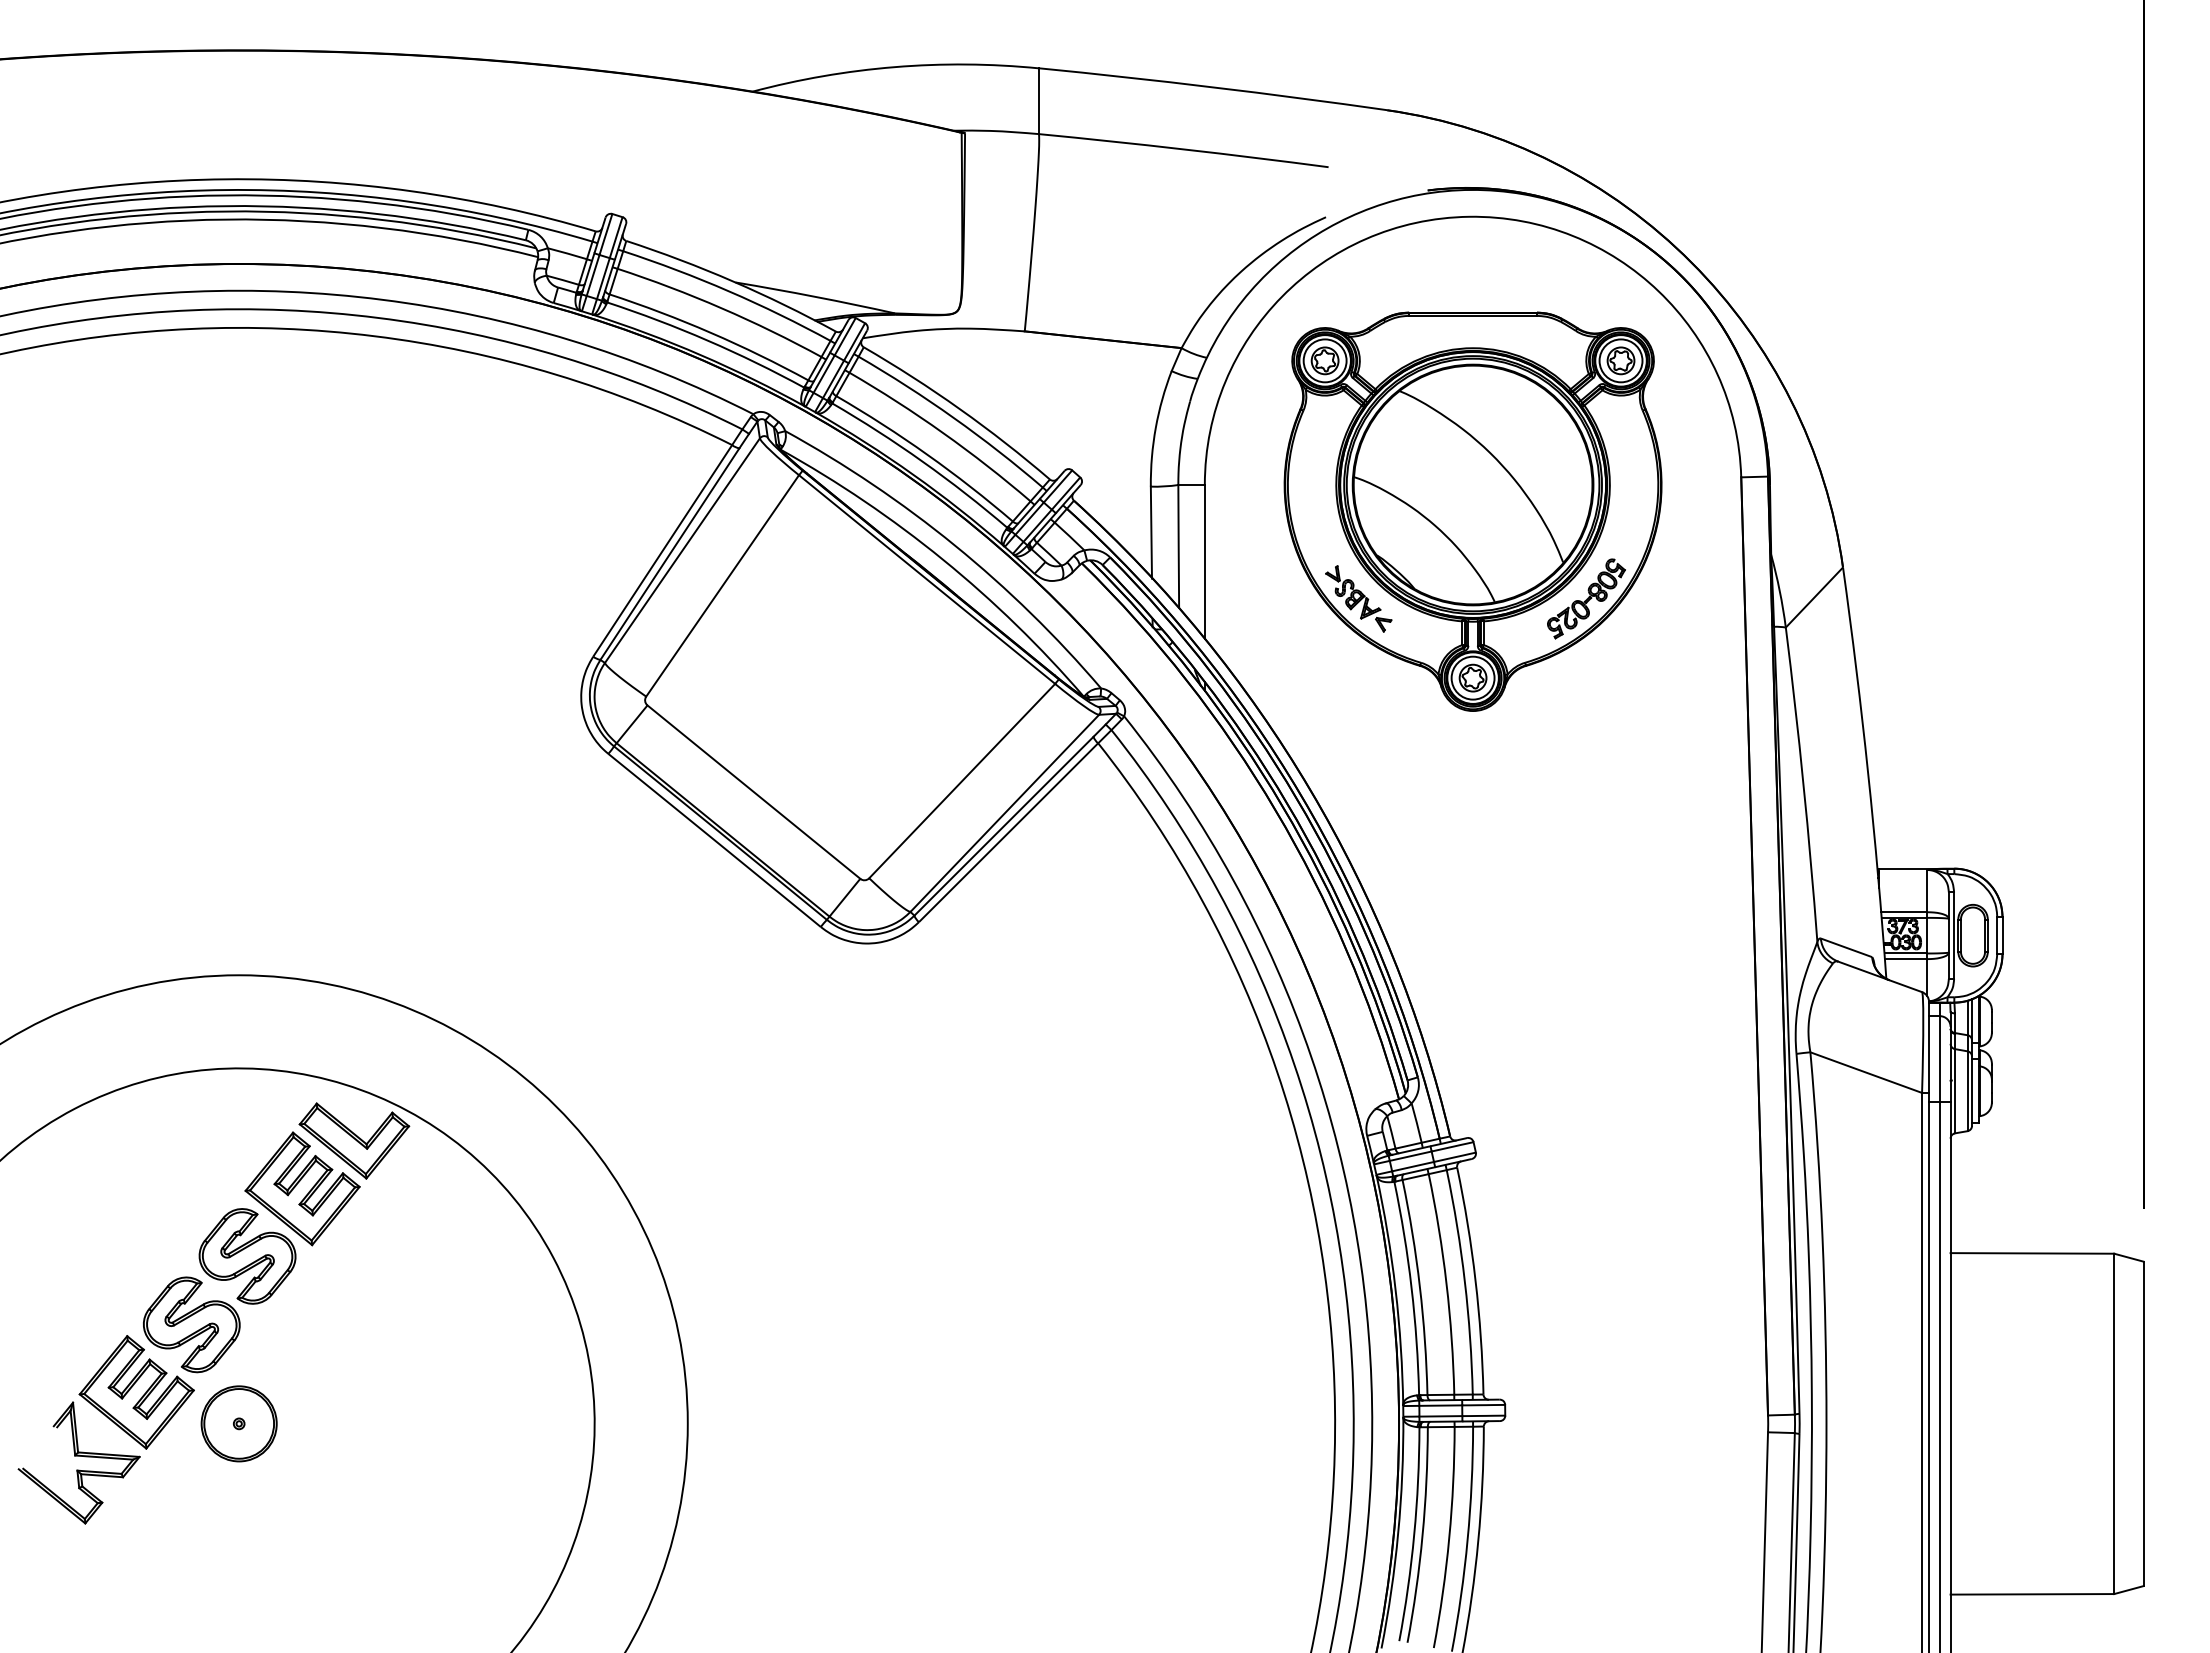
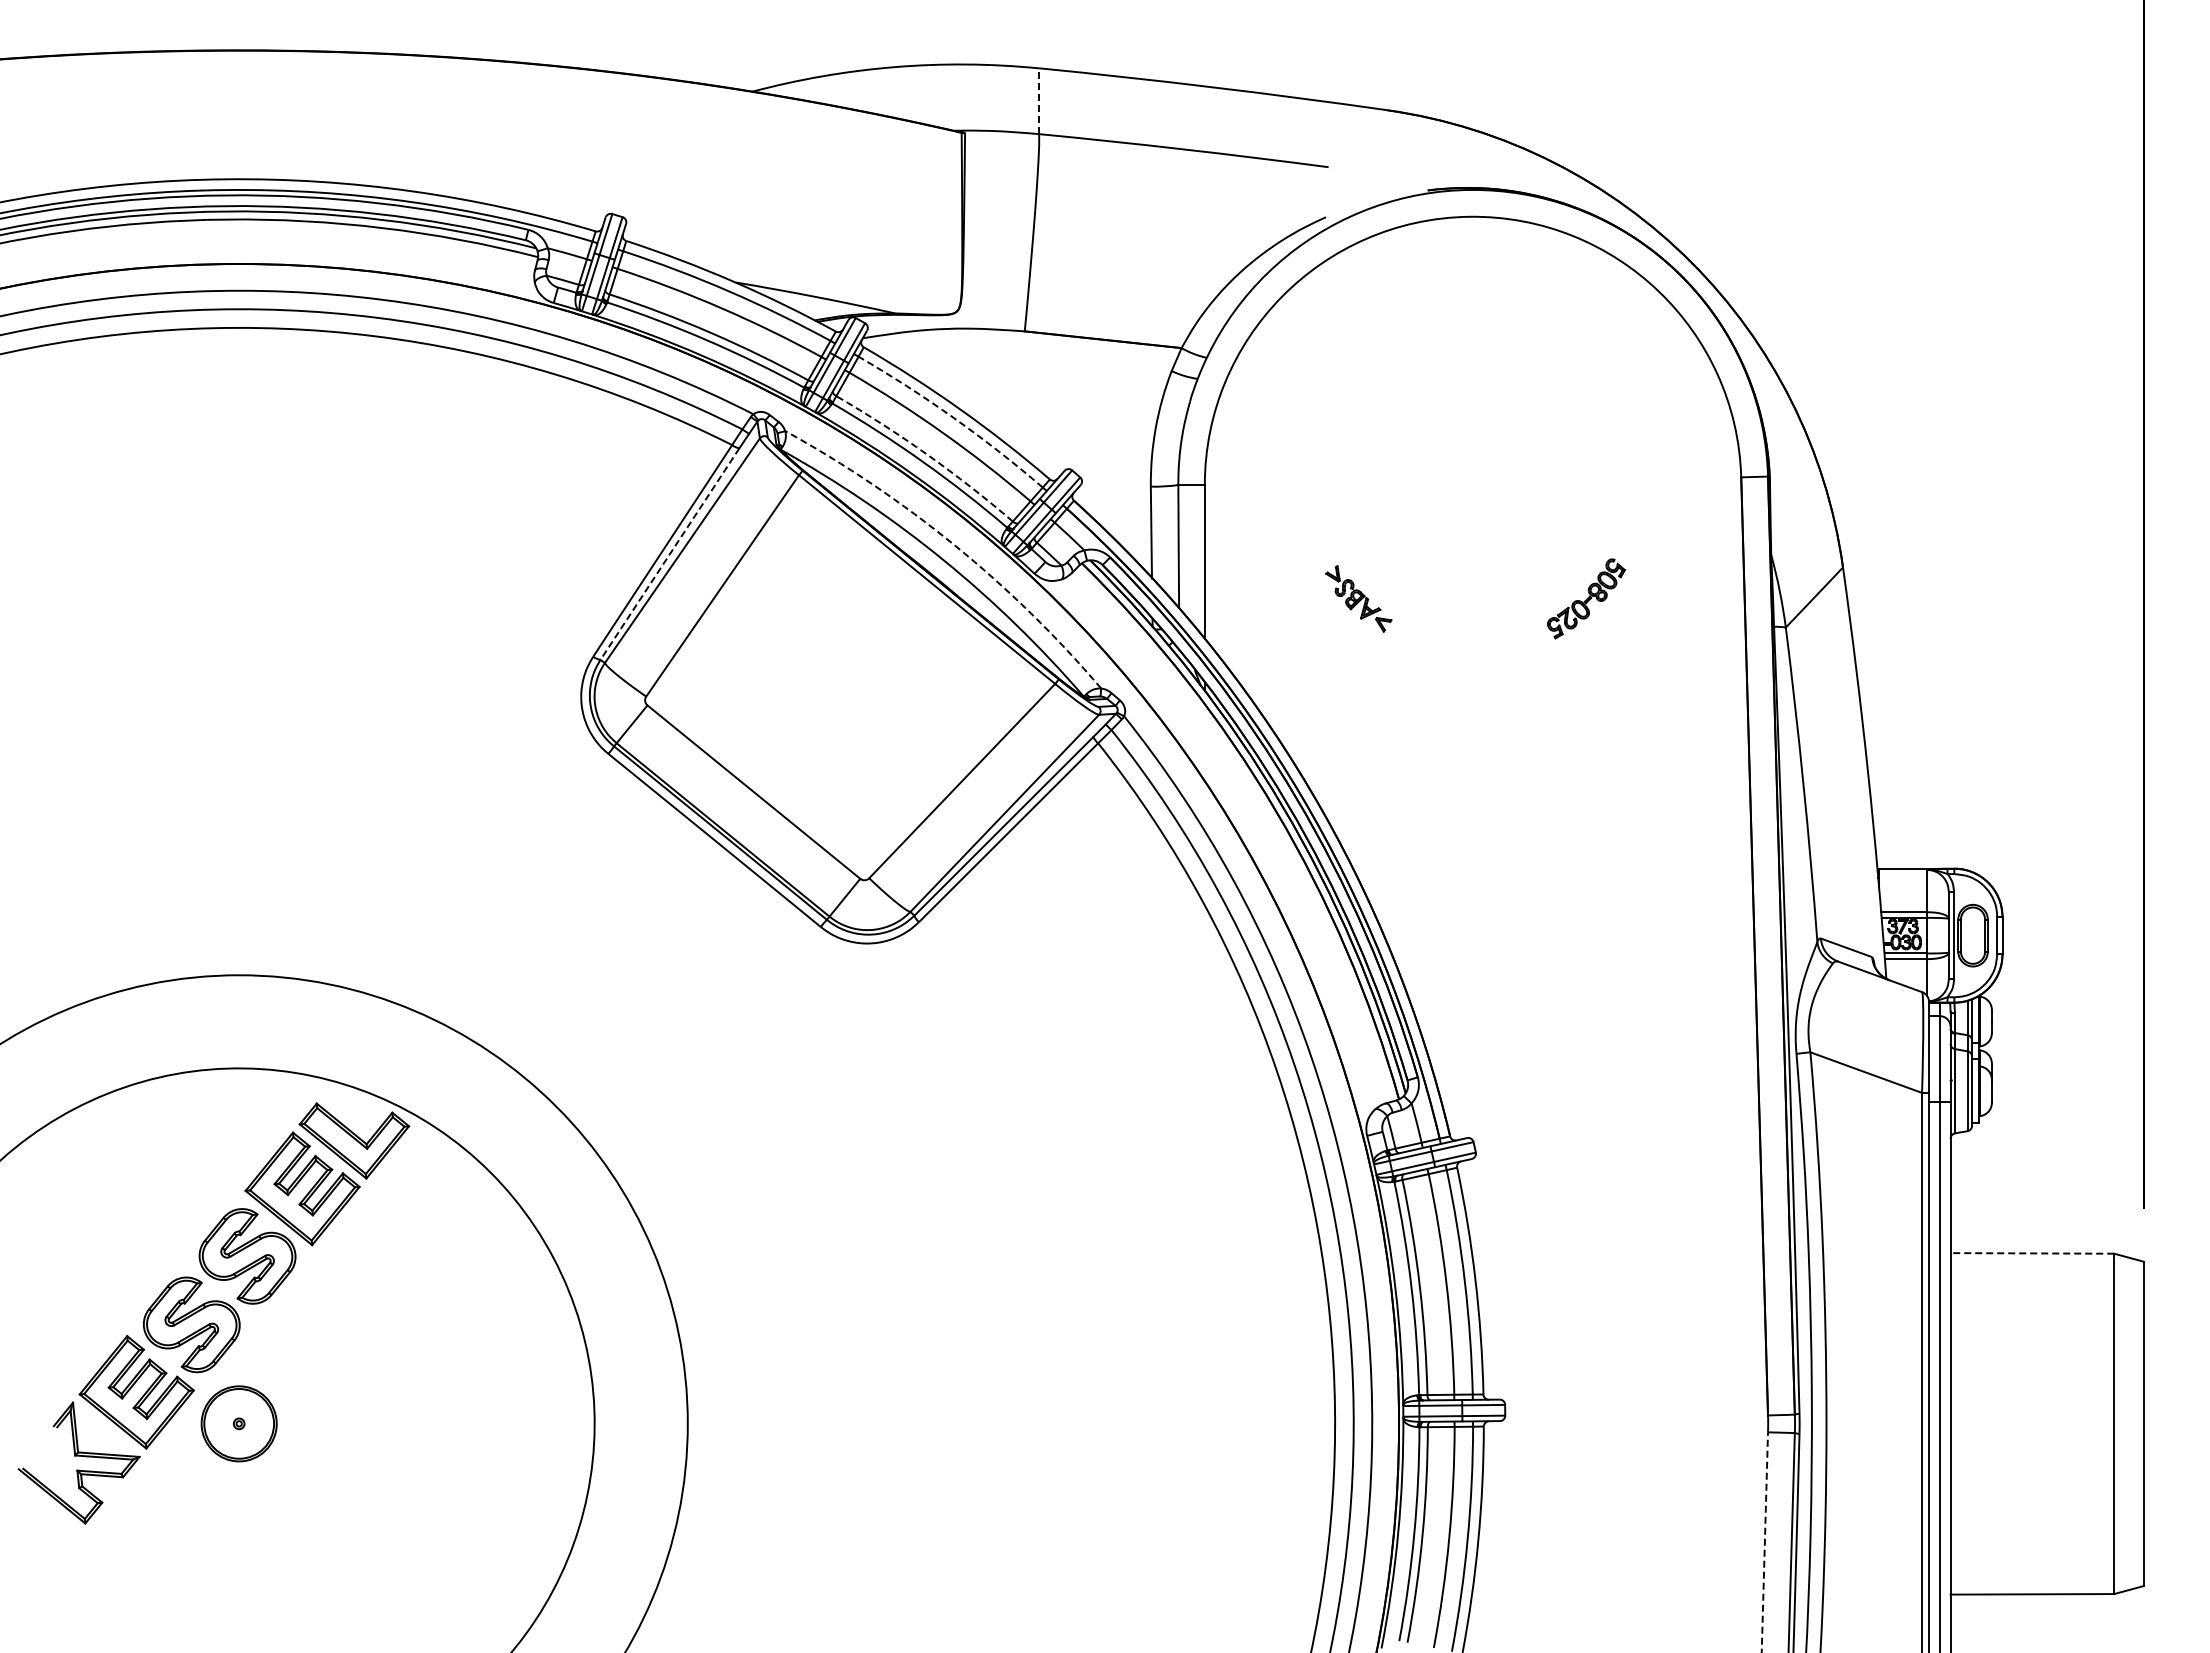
line at (1038, 101): solid -> dashed
arc at (953, 417): solid -> dashed
arc at (927, 454): solid -> dashed
part at (1472, 511): present -> none
arc at (954, 545): solid -> dashed
line at (669, 554): solid -> dashed
line at (2032, 1253): solid -> dashed
line at (1764, 1542): solid -> dashed
